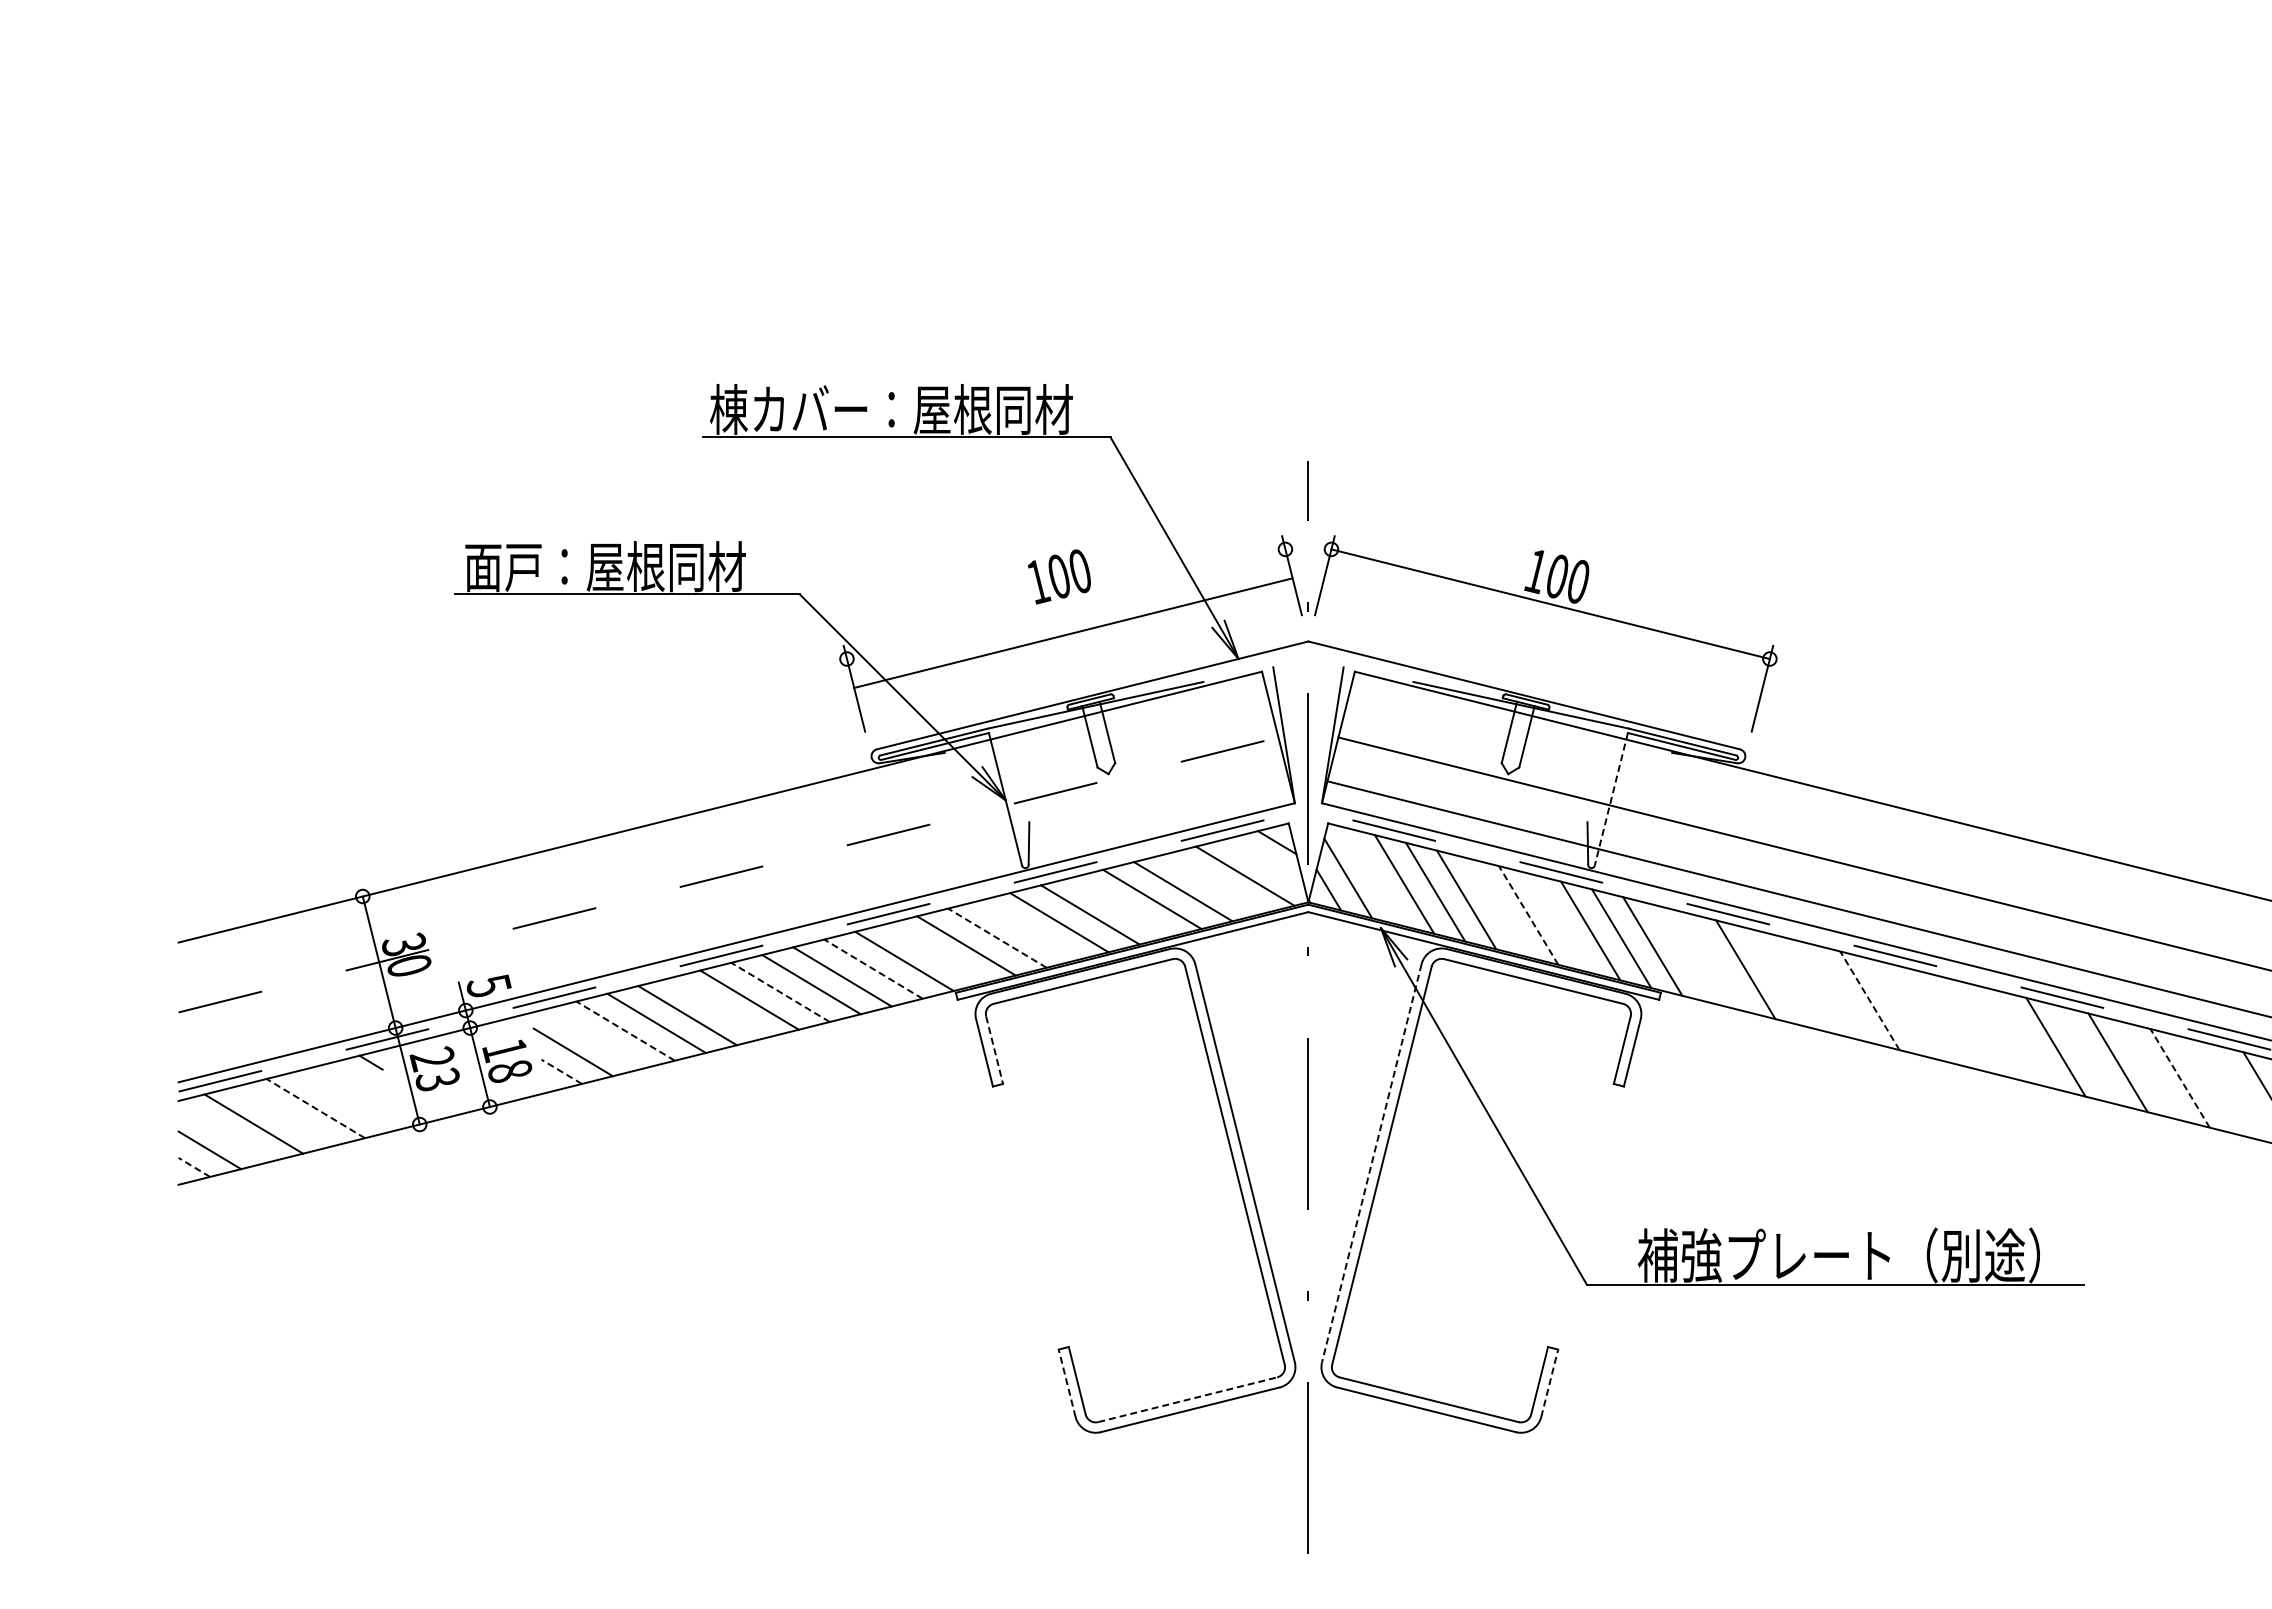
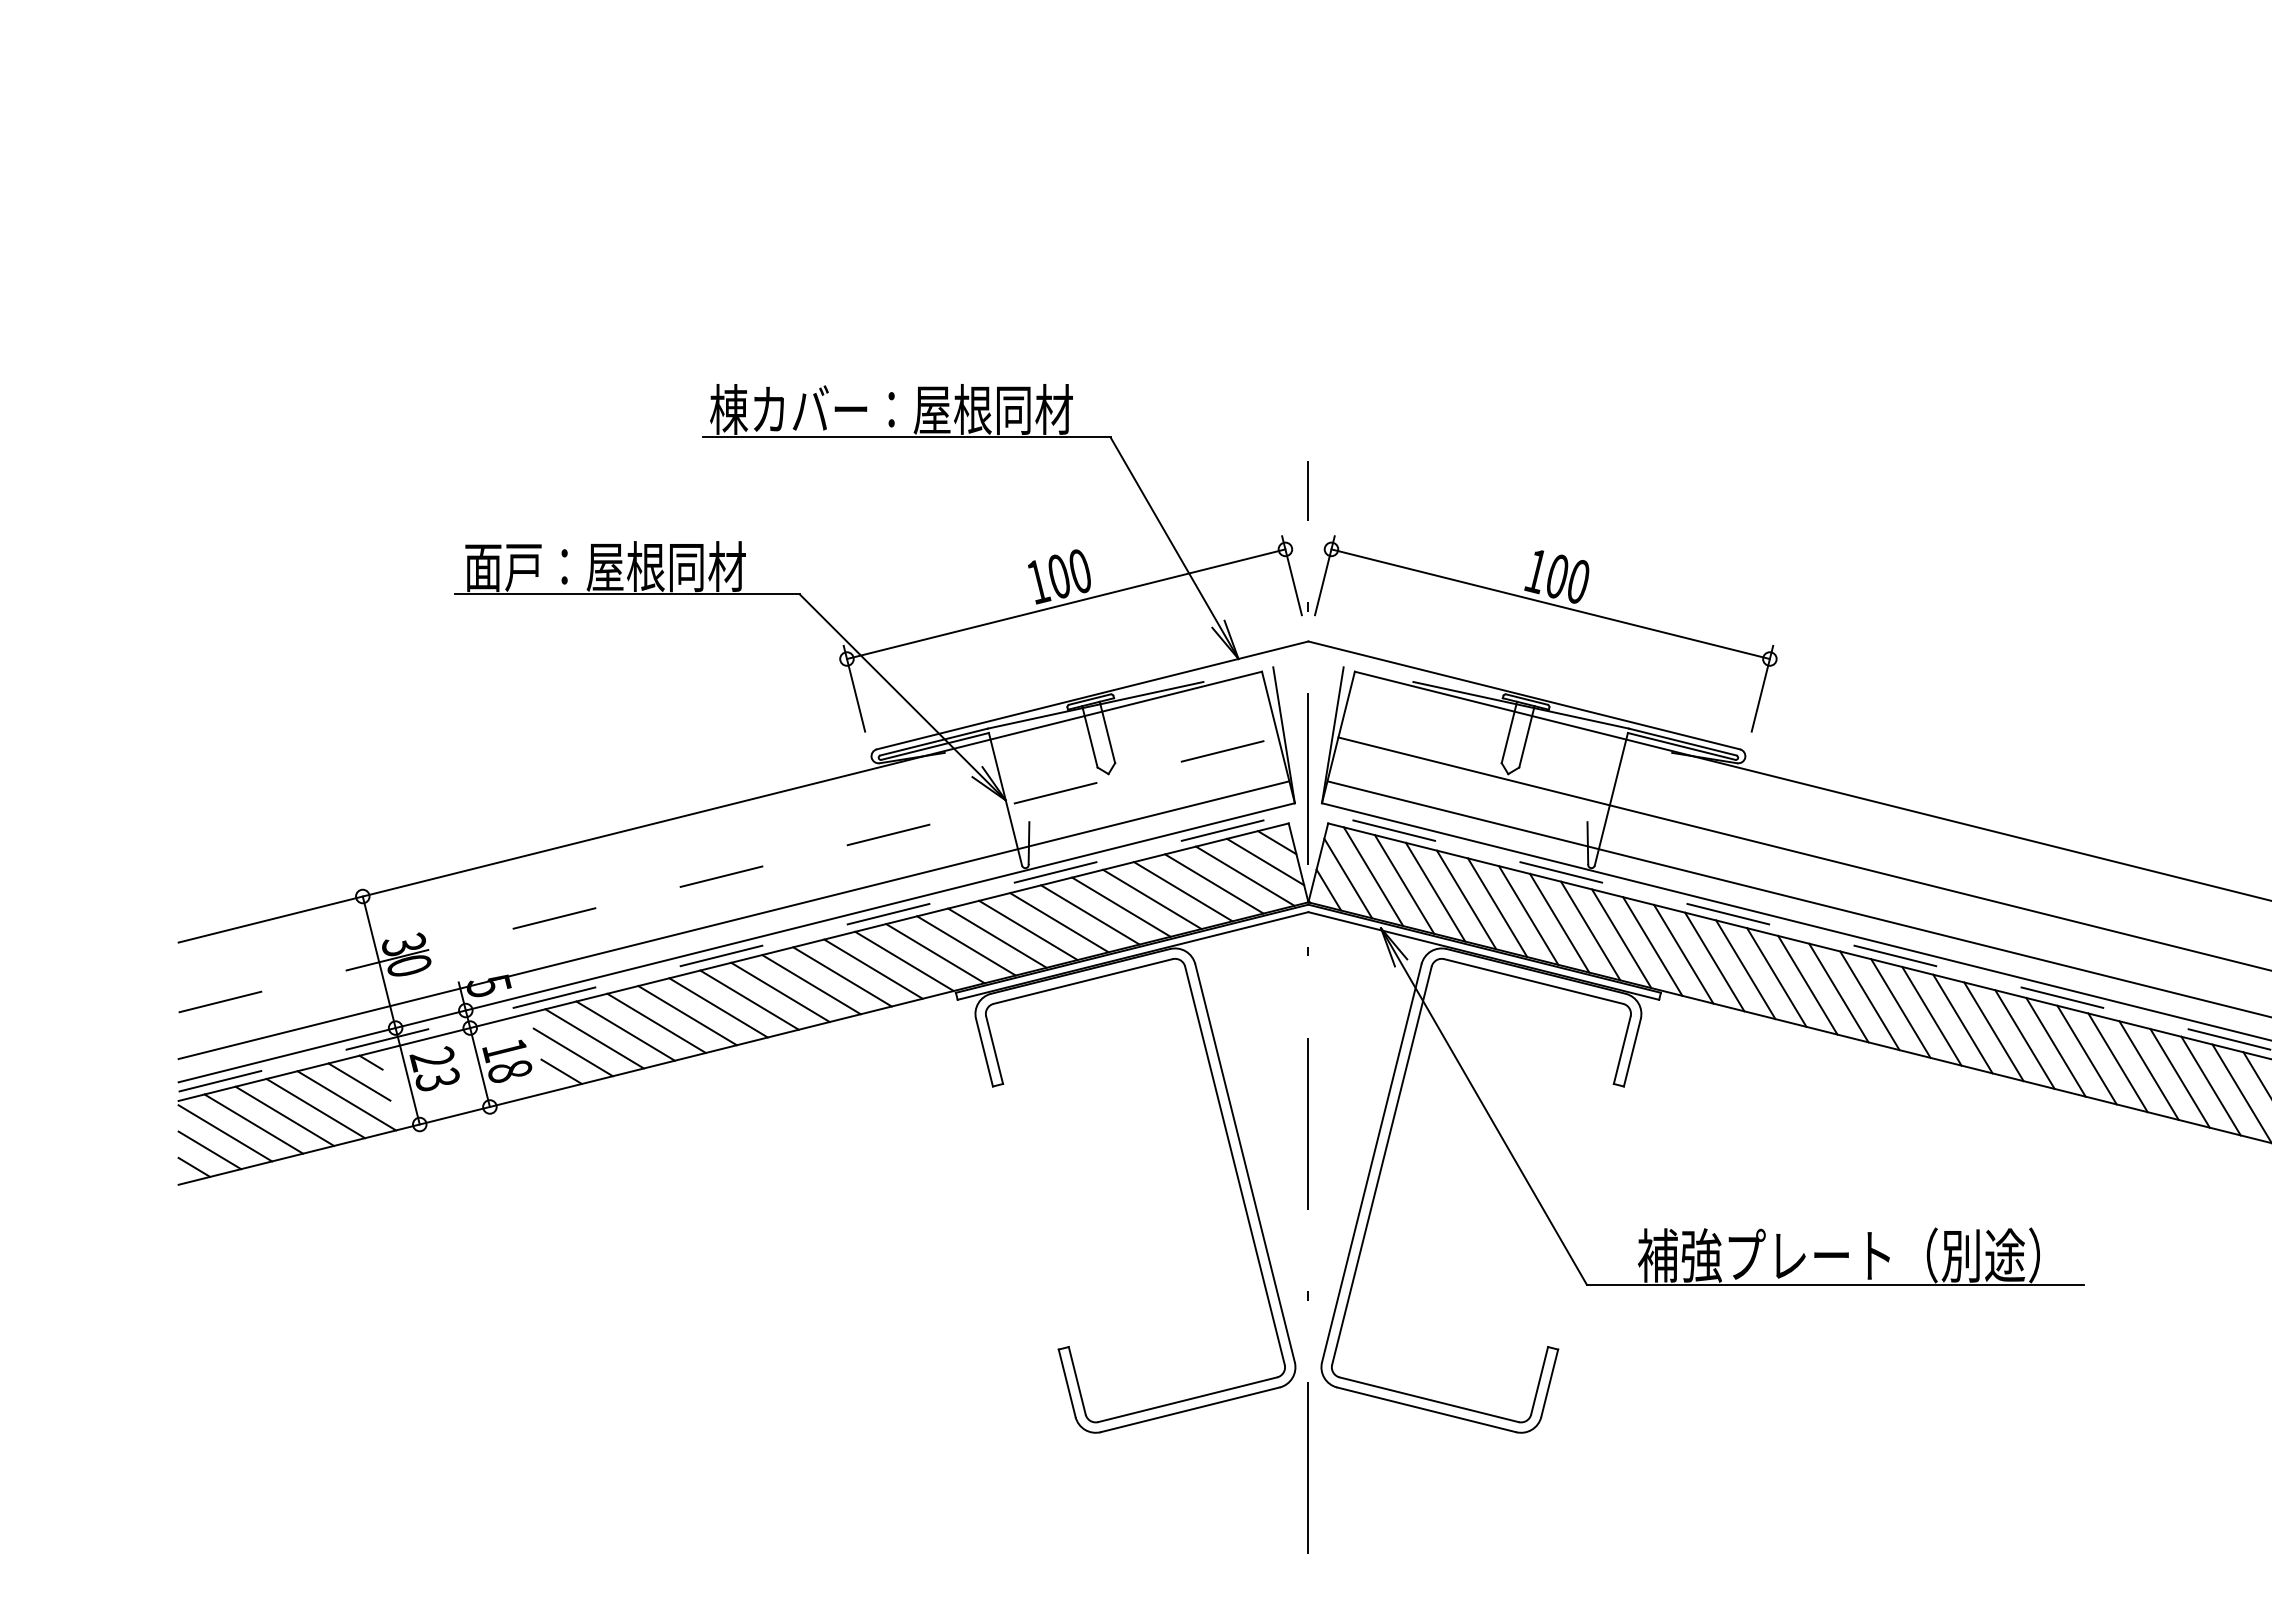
line at (1072, 633) position: (1072, 633) -> (1065, 604)
line at (1611, 799): dashed -> solid
line at (1265, 861): none -> present
line at (1373, 876): none -> present
line at (1214, 883): none -> present
line at (1121, 906): none -> present
line at (1497, 907): none -> present
line at (1528, 915): dashed -> solid
line at (733, 920): none -> present
line at (1559, 922): none -> present
line at (1028, 930): none -> present
line at (996, 937): dashed -> solid
line at (935, 953): none -> present
line at (1683, 953): none -> present
line at (1714, 961): none -> present
line at (873, 968): dashed -> solid
line at (1776, 977): none -> present
line at (1807, 984): none -> present
line at (780, 992): dashed -> solid
line at (1838, 992): none -> present
line at (1869, 1000): dashed -> solid
line at (718, 1007): none -> present
line at (1900, 1008): none -> present
line at (1931, 1015): none -> present
line at (1962, 1023): none -> present
line at (625, 1030): dashed -> solid
line at (1993, 1031): none -> present
line at (594, 1038): none -> present
line at (2024, 1039): none -> present
line at (994, 1050): dashed -> solid
line at (2086, 1054): none -> present
line at (2148, 1070): none -> present
line at (561, 1071): dashed -> solid
line at (2180, 1078): dashed -> solid
line at (359, 1081): none -> present
line at (2210, 1085): none -> present
line at (2240, 1091): none -> present
line at (346, 1100): none -> present
line at (315, 1108): dashed -> solid
line at (284, 1115): none -> present
line at (225, 1133): none -> present
line at (1371, 1163): dashed -> solid
line at (193, 1167): dashed -> solid
line at (1067, 1383): dashed -> solid
line at (1549, 1383): dashed -> solid
line at (1188, 1399): dashed -> solid
